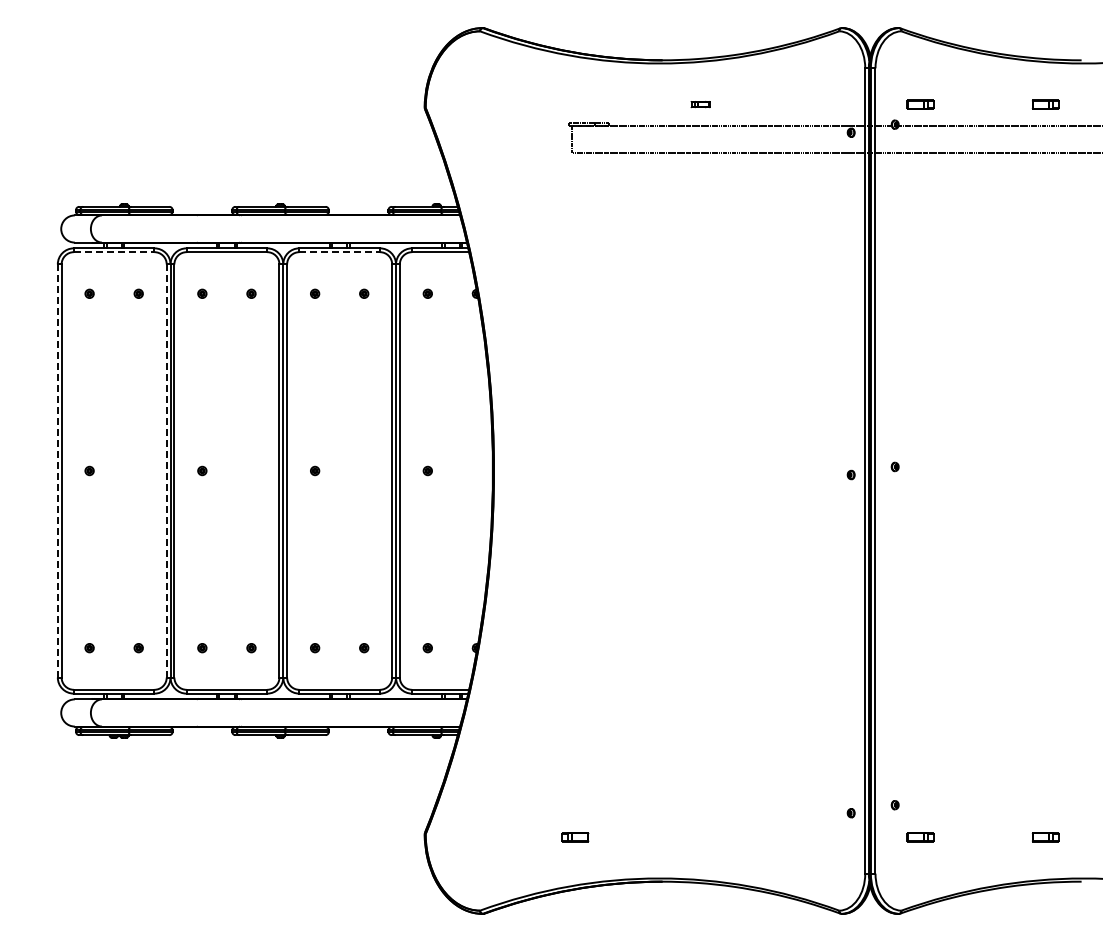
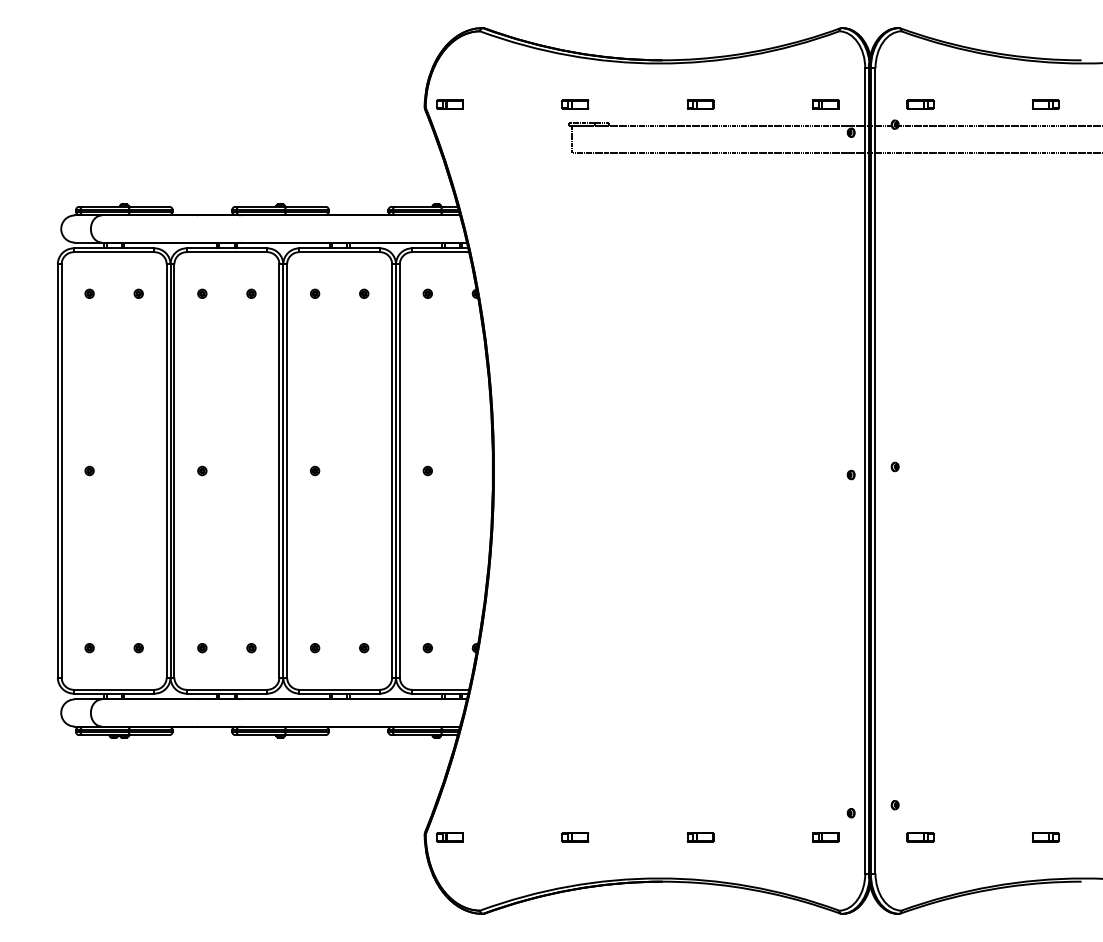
part at (449, 104): none -> present
part at (575, 104): none -> present
part at (700, 104) size: 21x8 px -> 29x11 px
part at (825, 104): none -> present
line at (114, 252): dashed -> solid
line at (340, 252): dashed -> solid
line at (57, 471): dashed -> solid
line at (166, 471): dashed -> solid
part at (449, 837): none -> present
part at (700, 837): none -> present
part at (825, 837): none -> present
